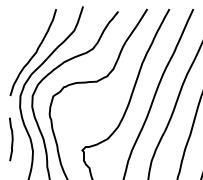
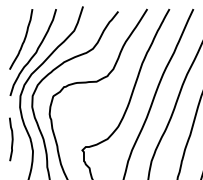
curve at (23, 39): none -> present
